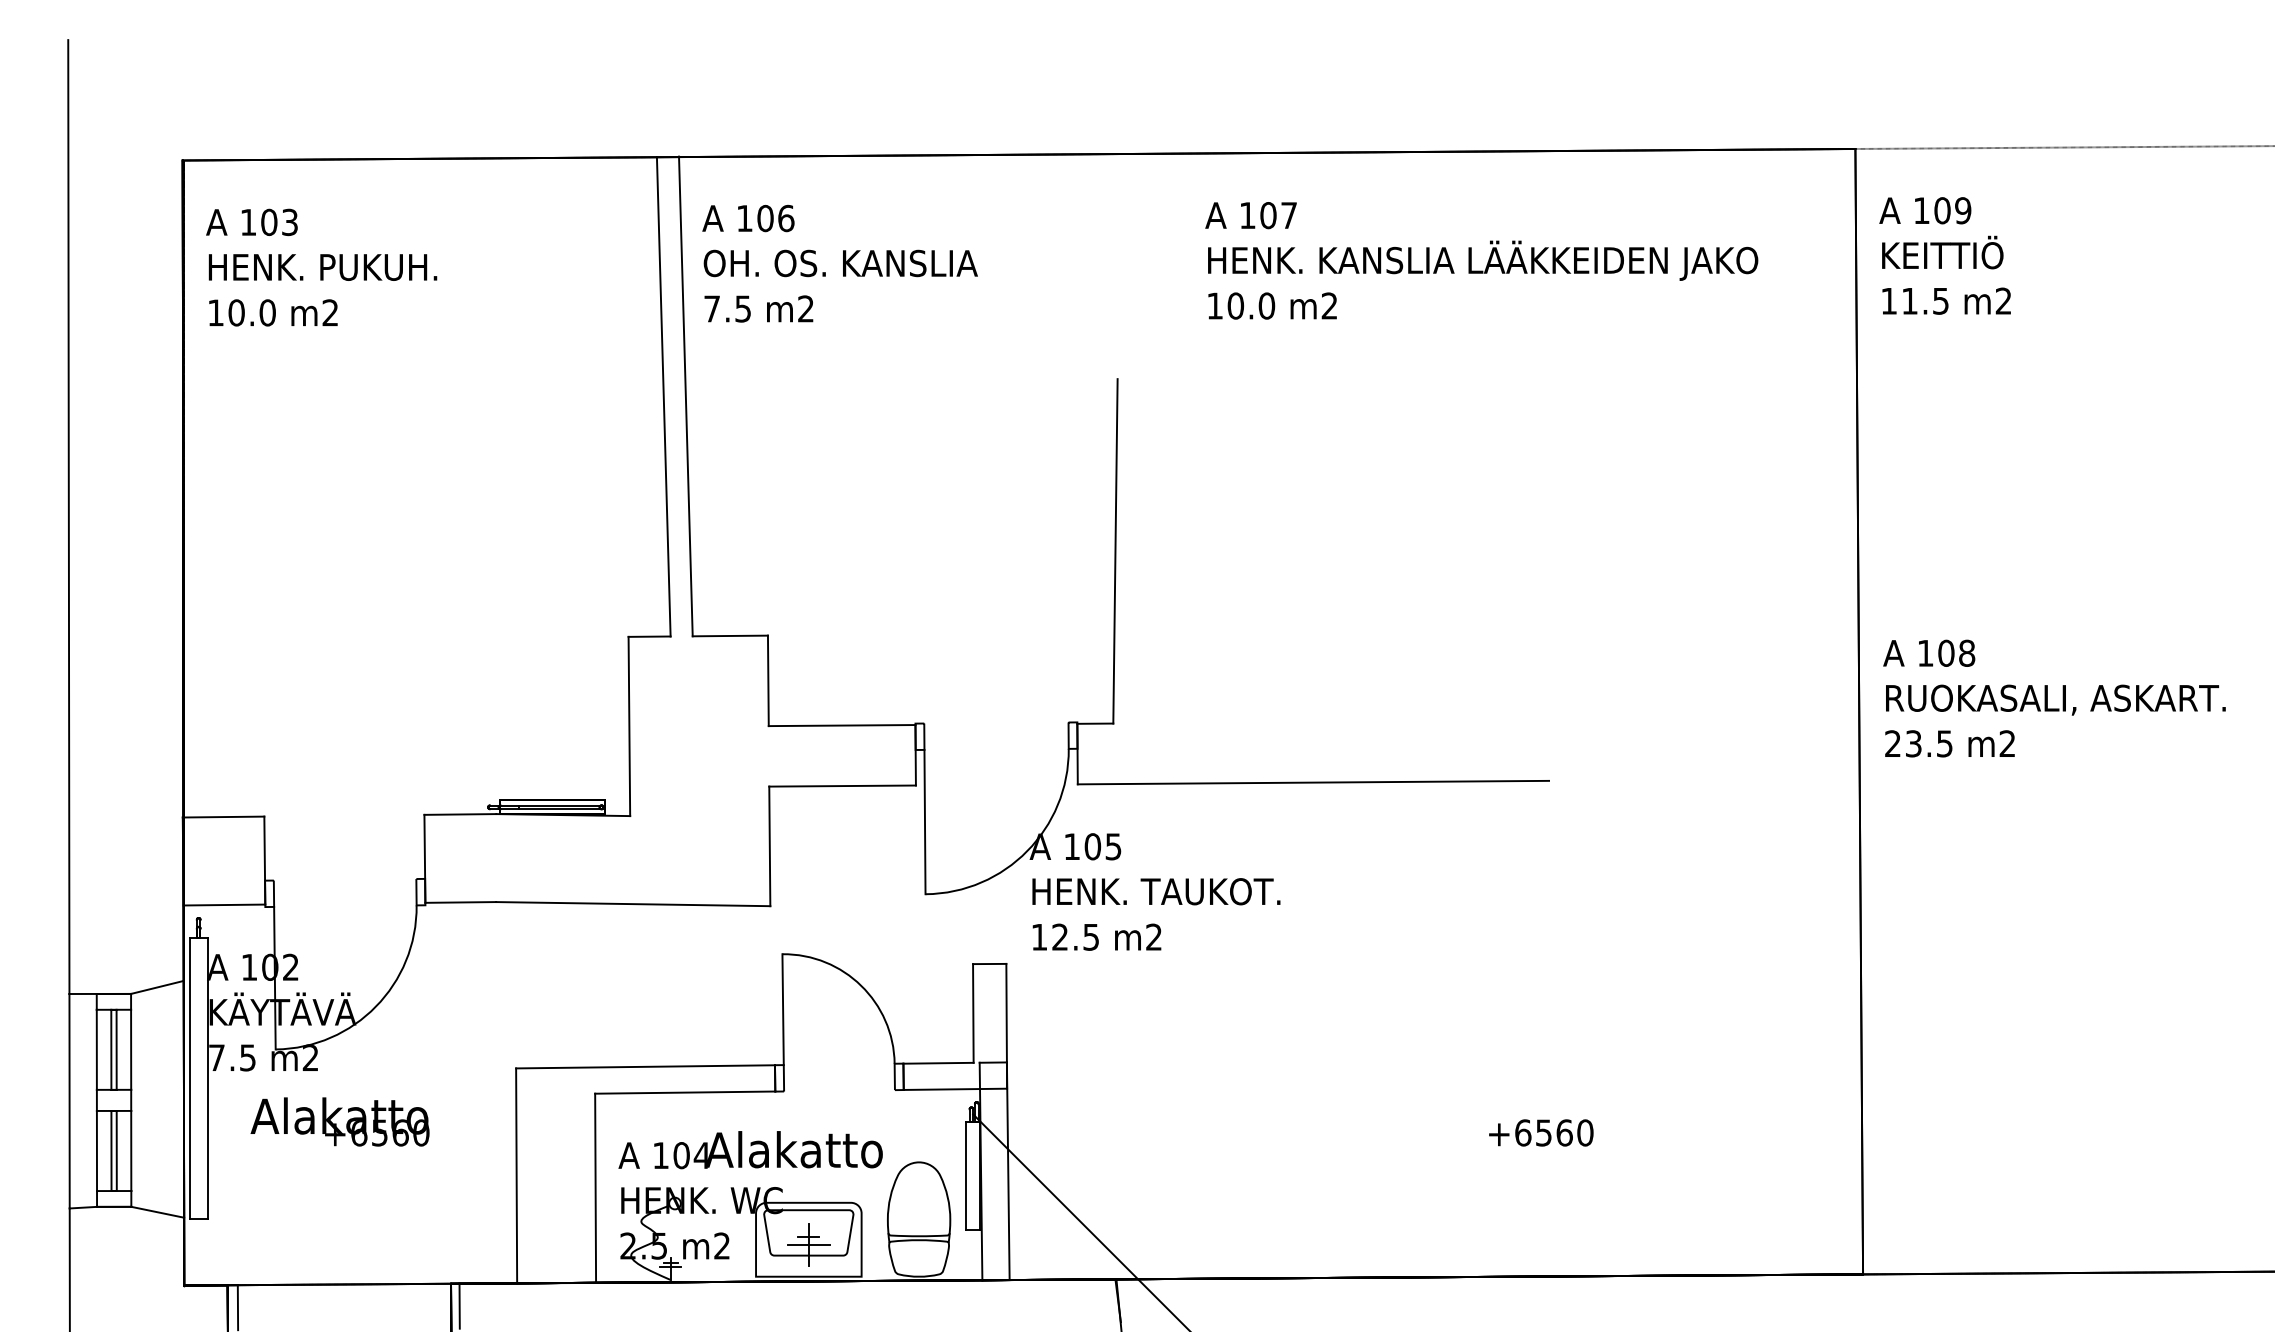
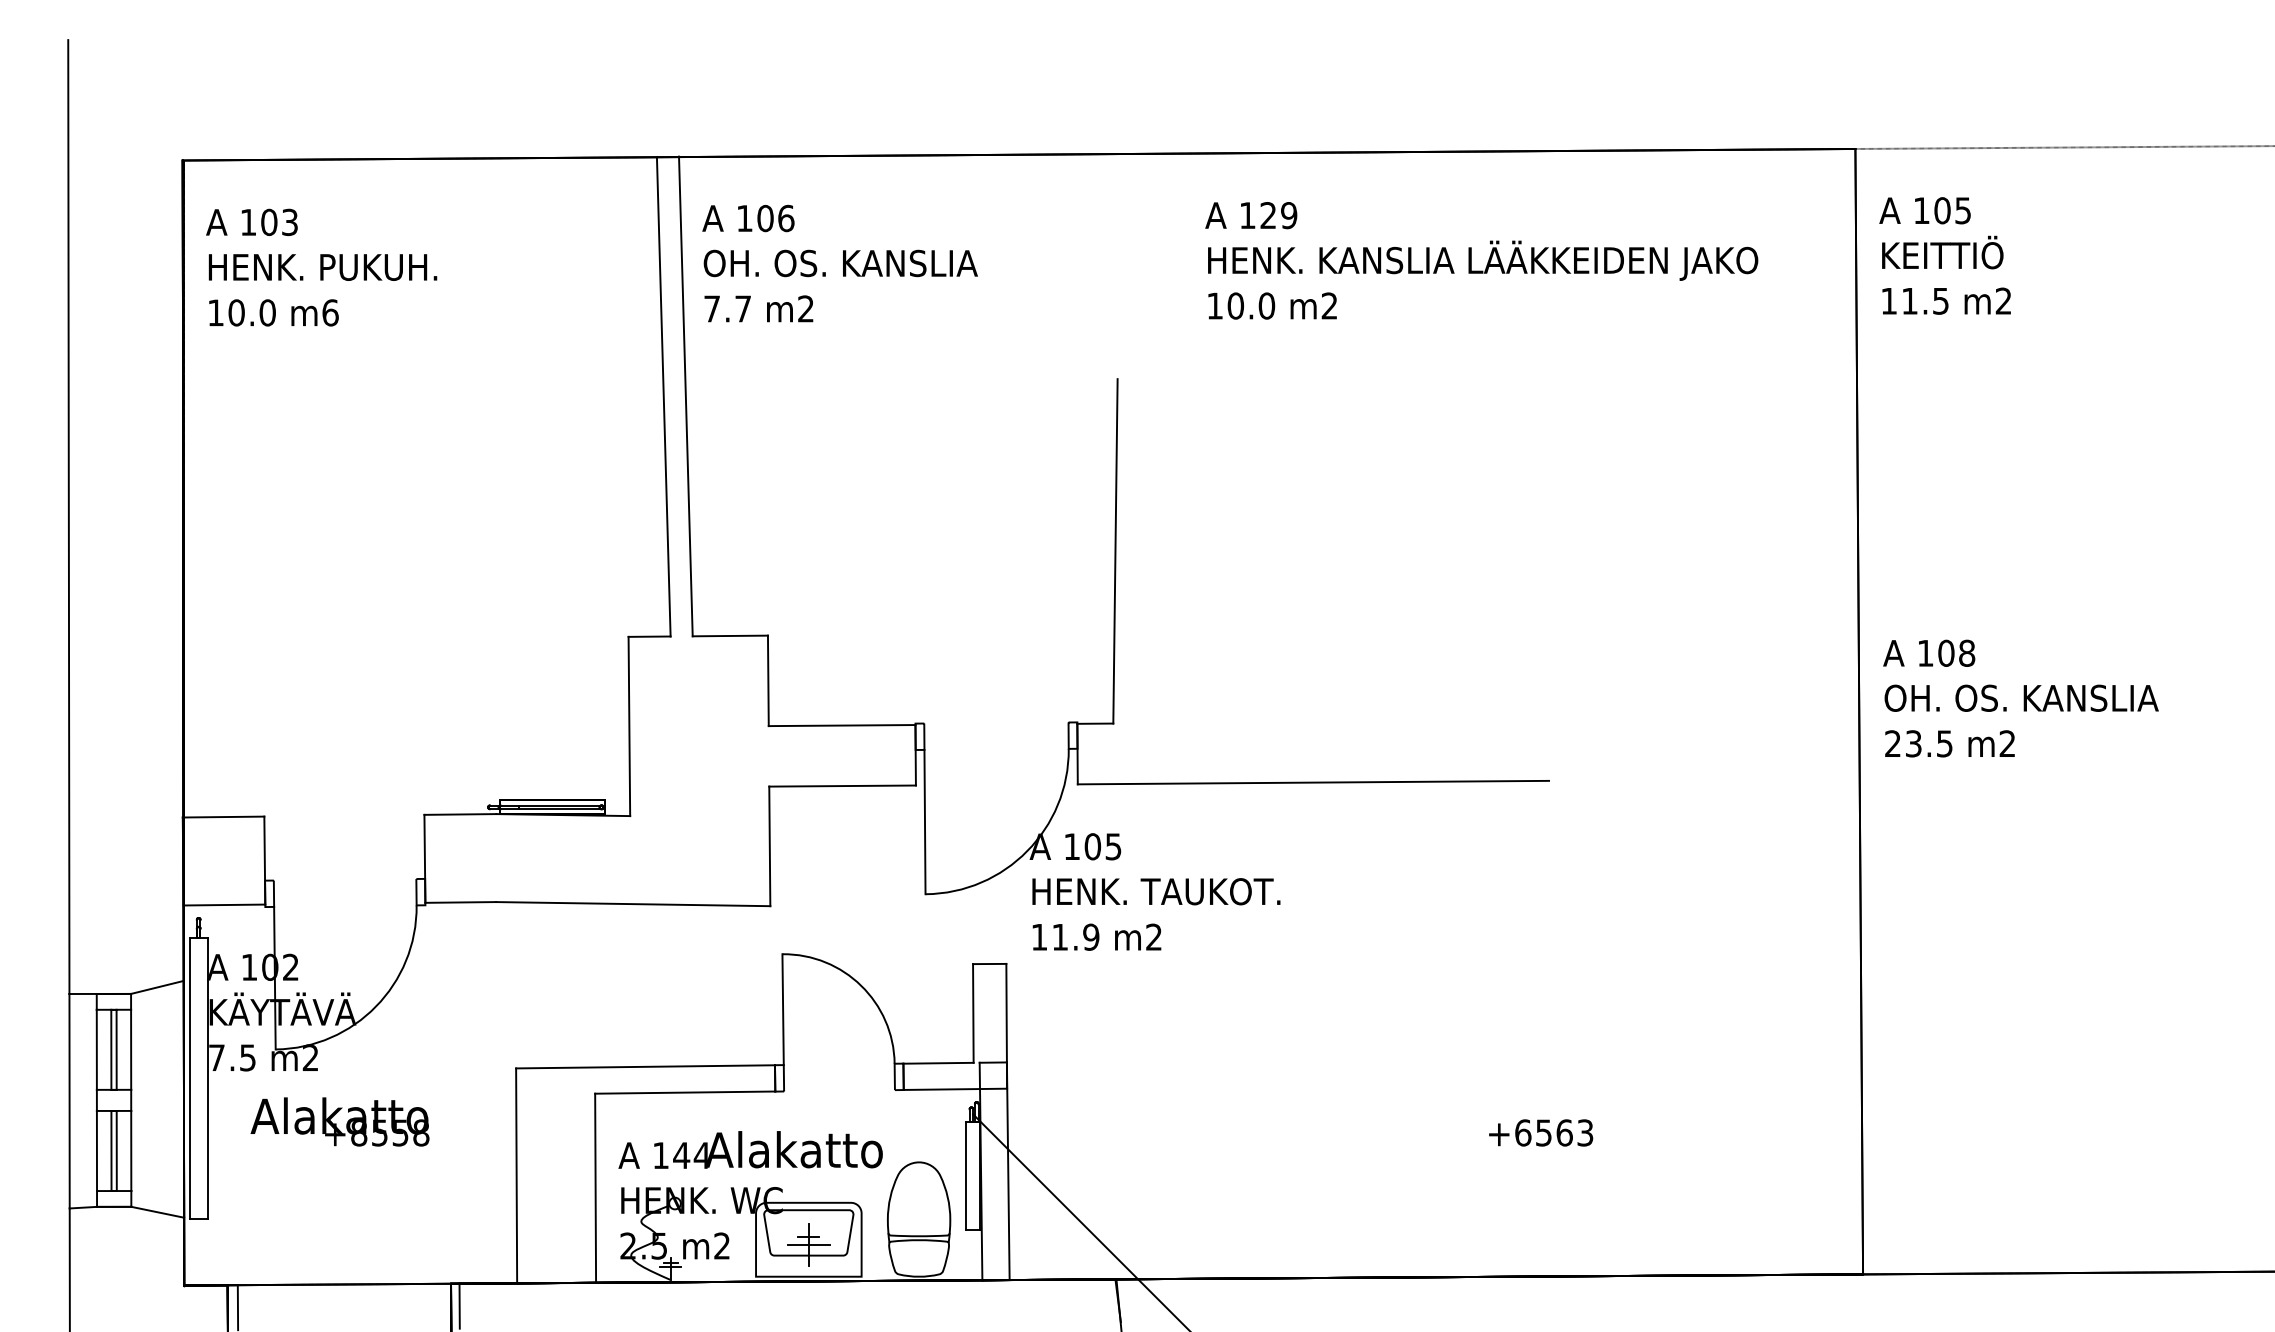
text at (1963, 210): 109 -> 105
text at (1278, 215): 107 -> 129
text at (742, 308): 7.5 -> 7.7
text at (330, 312): m2 -> m6
text at (2054, 699): RUOKASALI, ASKART. -> OH. OS. KANSLIA
text at (1075, 936): 12.5 -> 11.9
text at (390, 1132): +6560 -> +8558
text at (1585, 1132): +6560 -> +6563
text at (681, 1155): 104 -> 144
